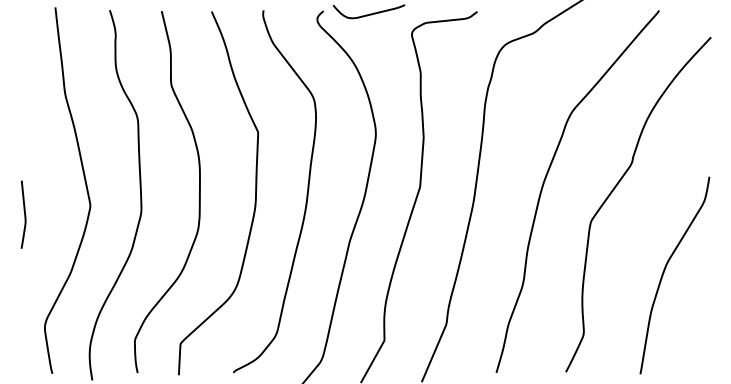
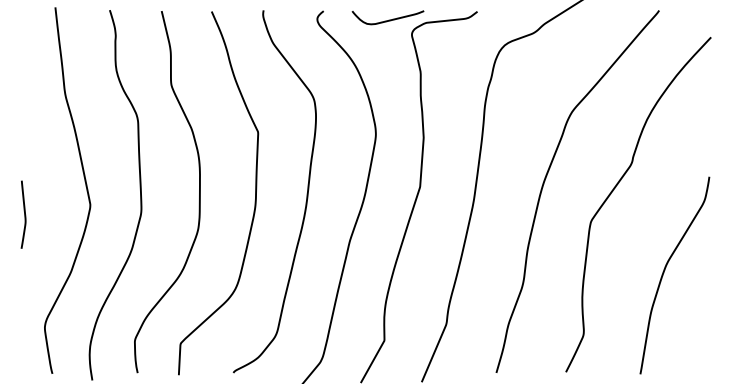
curve at (369, 13) position: (369, 13) -> (388, 19)
